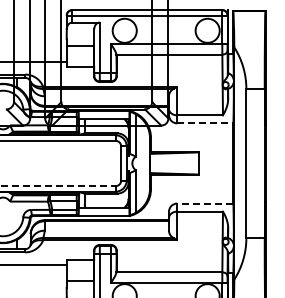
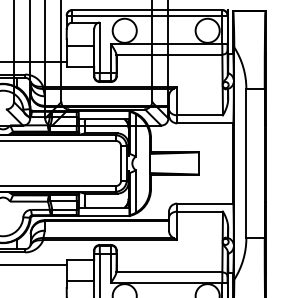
line at (205, 123): dashed -> solid
line at (58, 186): dashed -> solid
line at (204, 203): dashed -> solid
